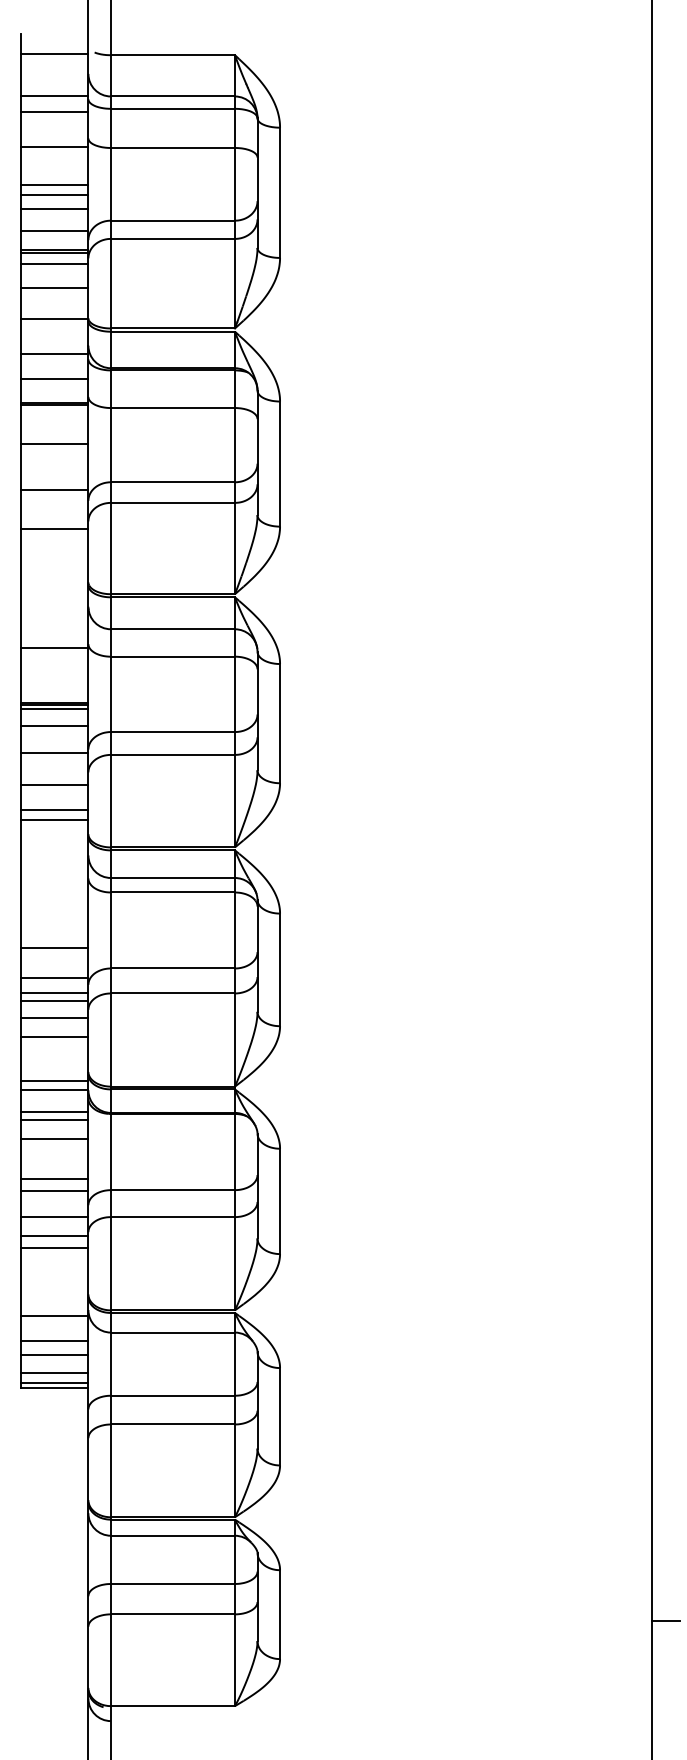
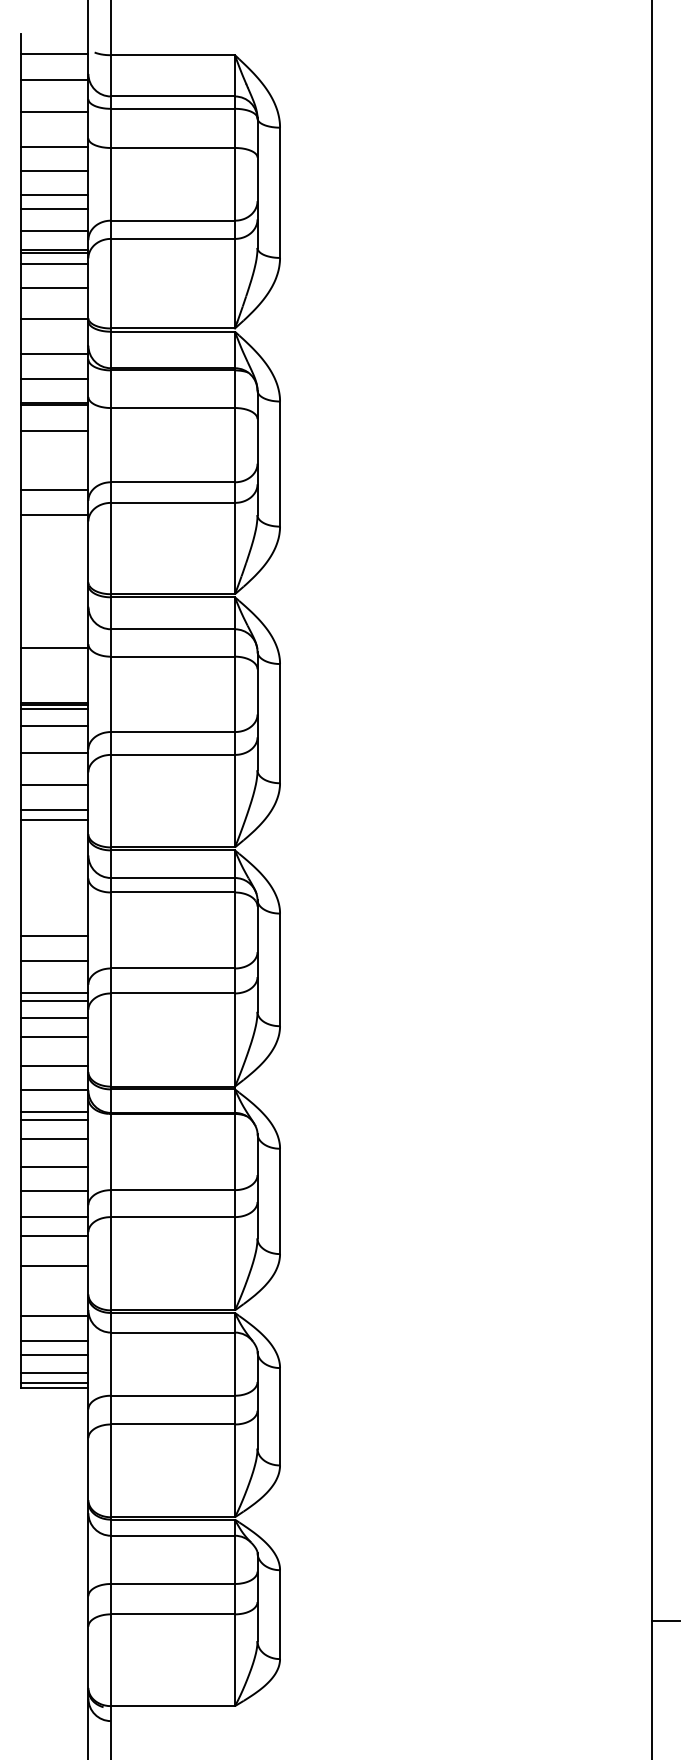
line at (54, 95) position: (54, 95) -> (54, 79)
line at (54, 185) position: (54, 185) -> (54, 171)
line at (54, 443) position: (54, 443) -> (54, 430)
line at (54, 529) position: (54, 529) -> (54, 515)
line at (54, 947) position: (54, 947) -> (54, 935)
line at (54, 977) position: (54, 977) -> (54, 960)
line at (54, 1081) position: (54, 1081) -> (54, 1066)
line at (54, 1179) position: (54, 1179) -> (54, 1167)
line at (54, 1247) position: (54, 1247) -> (54, 1265)
